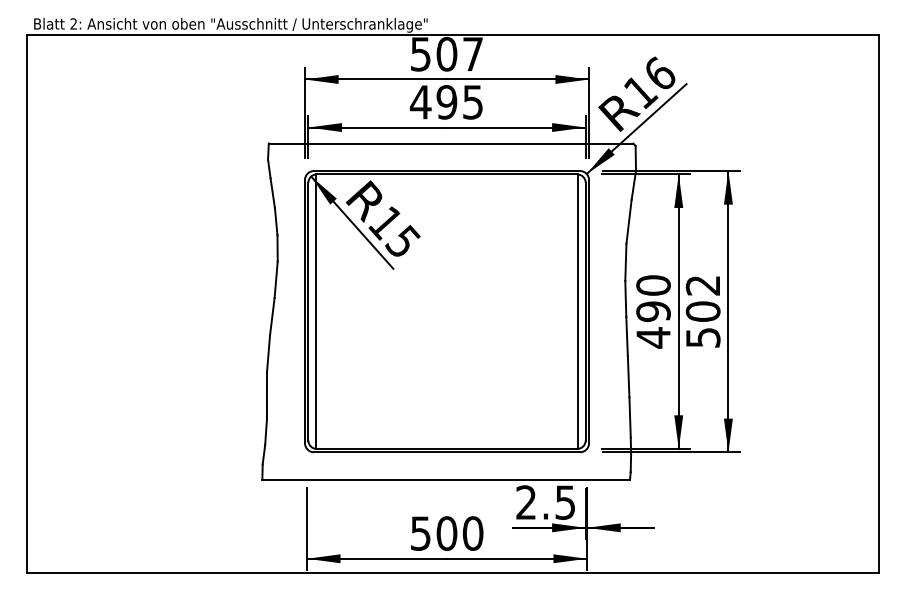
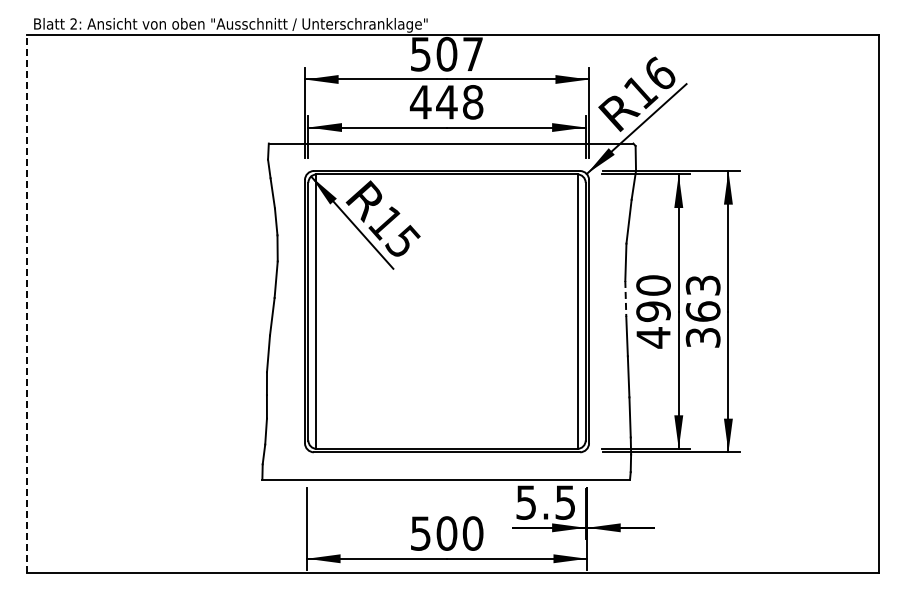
text at (459, 102): 495 -> 448
line at (625, 298): solid -> dashed
line at (27, 304): solid -> dashed
text at (702, 311): 502 -> 363
text at (525, 502): 2.5 -> 5.5
